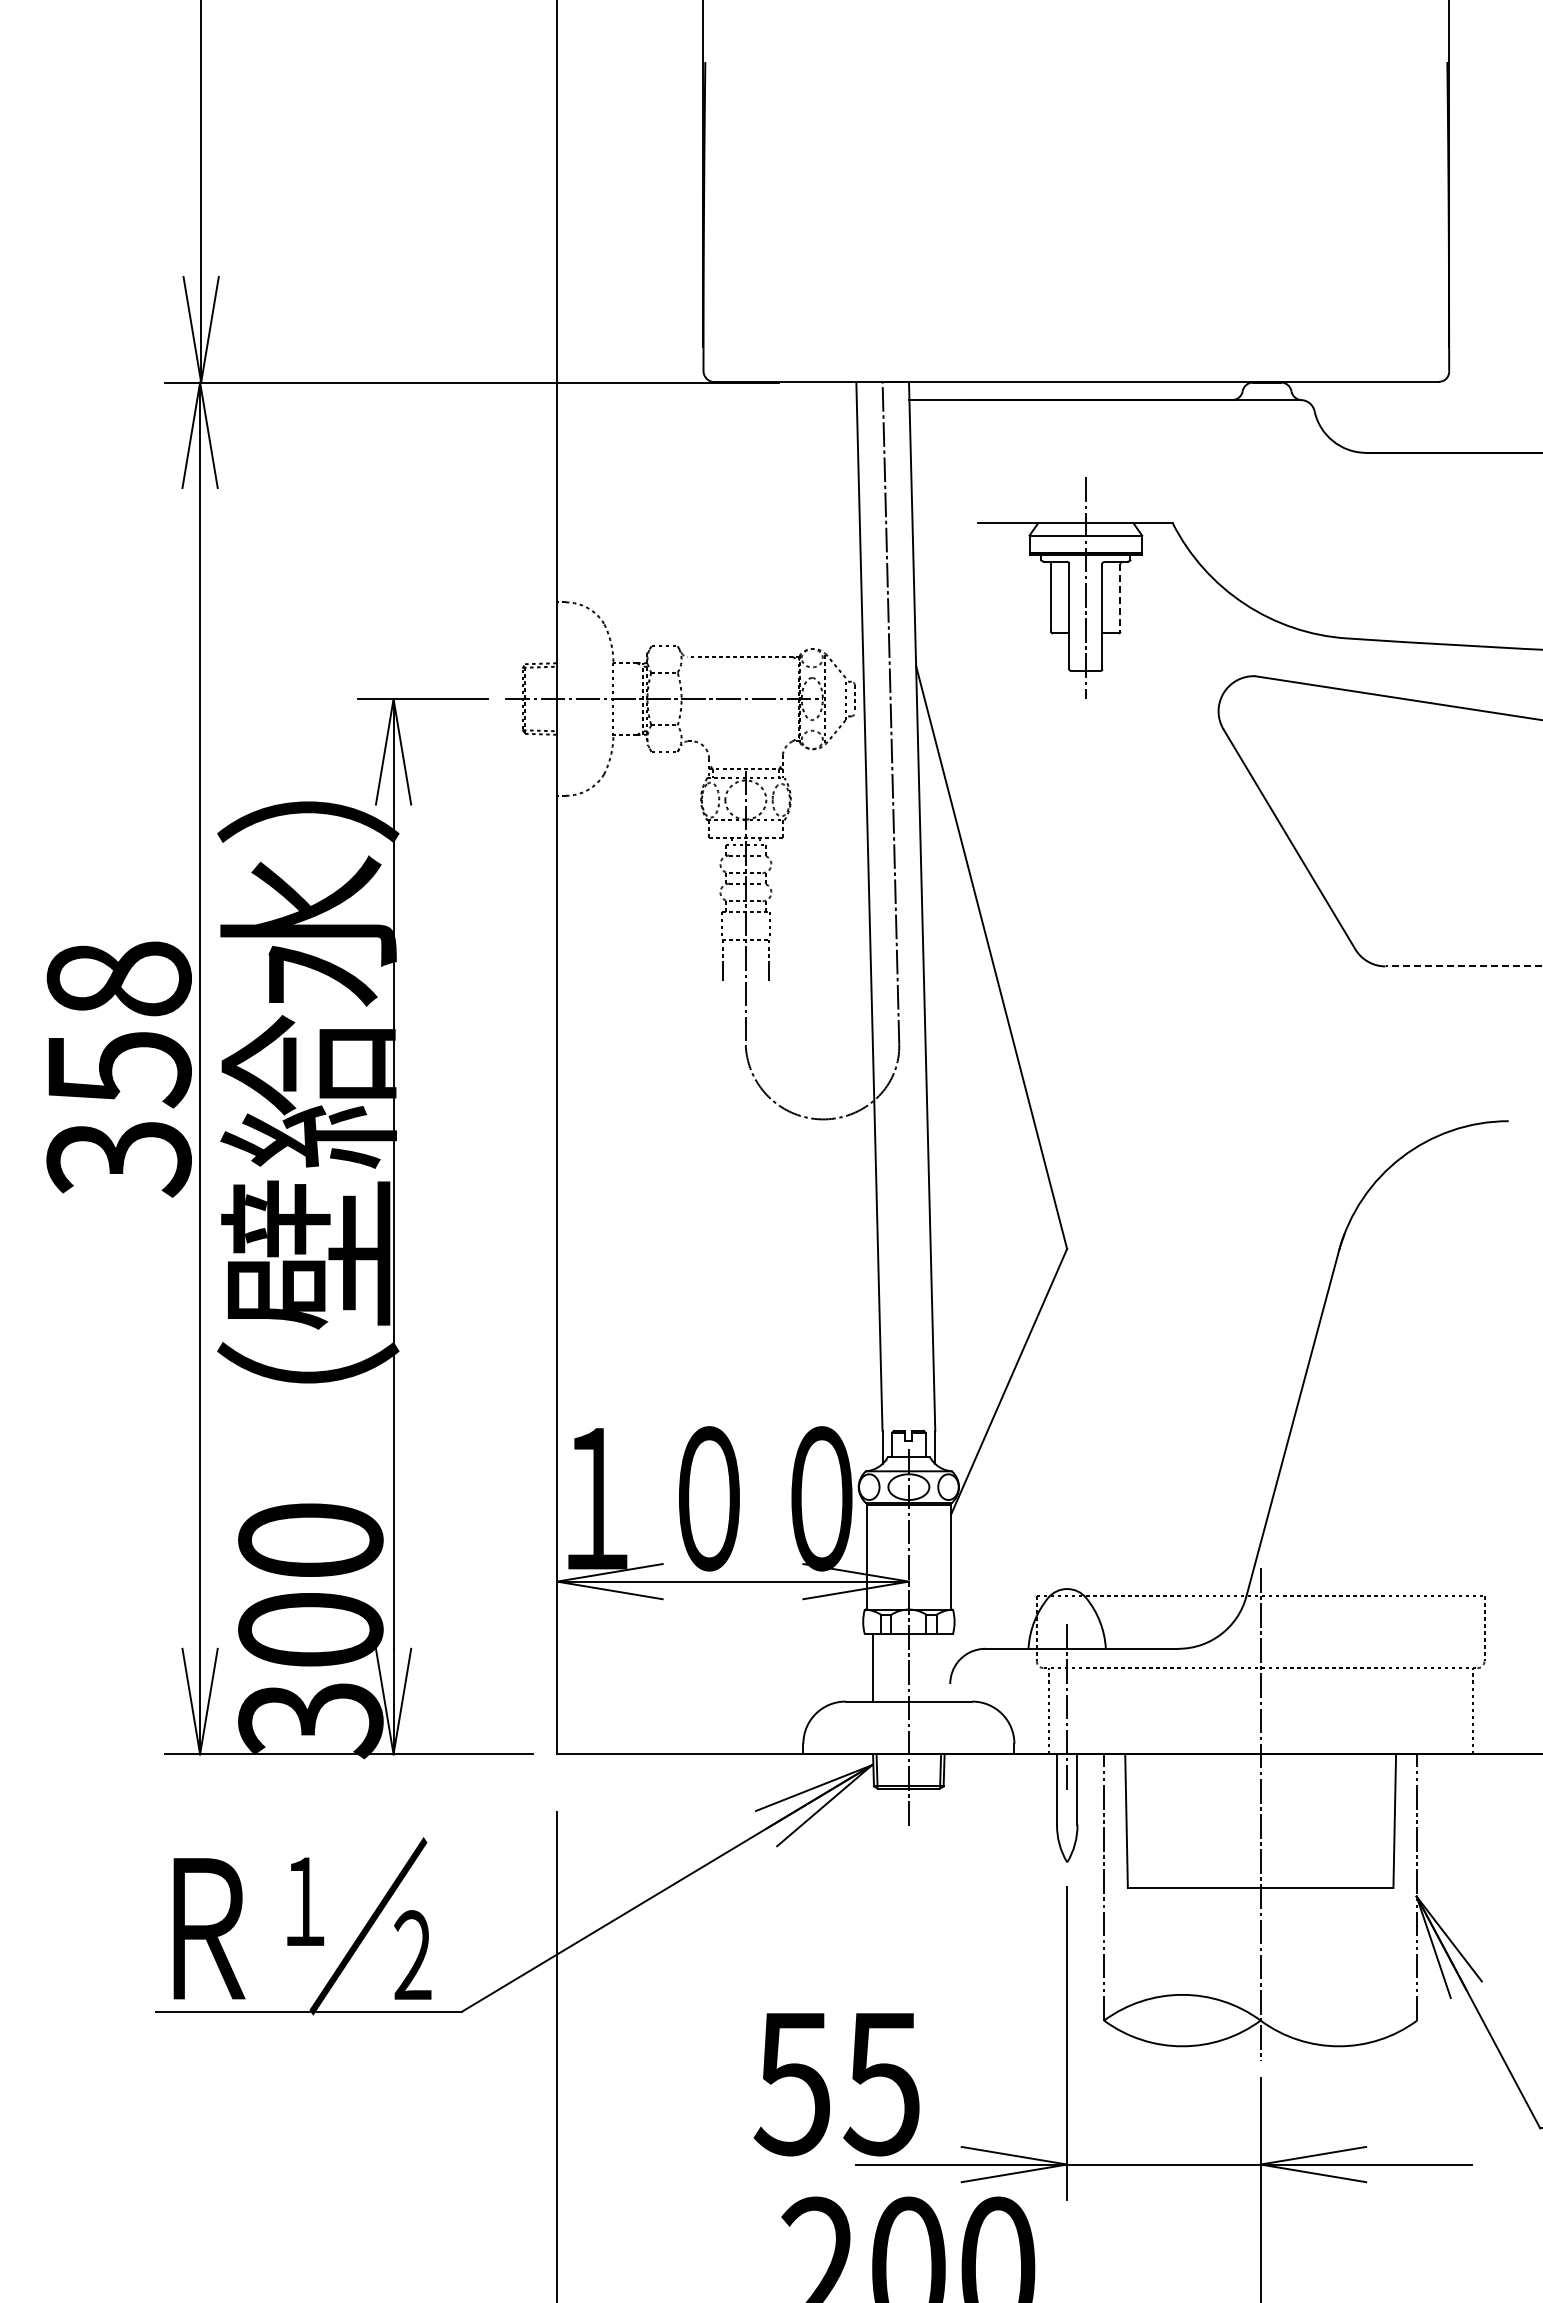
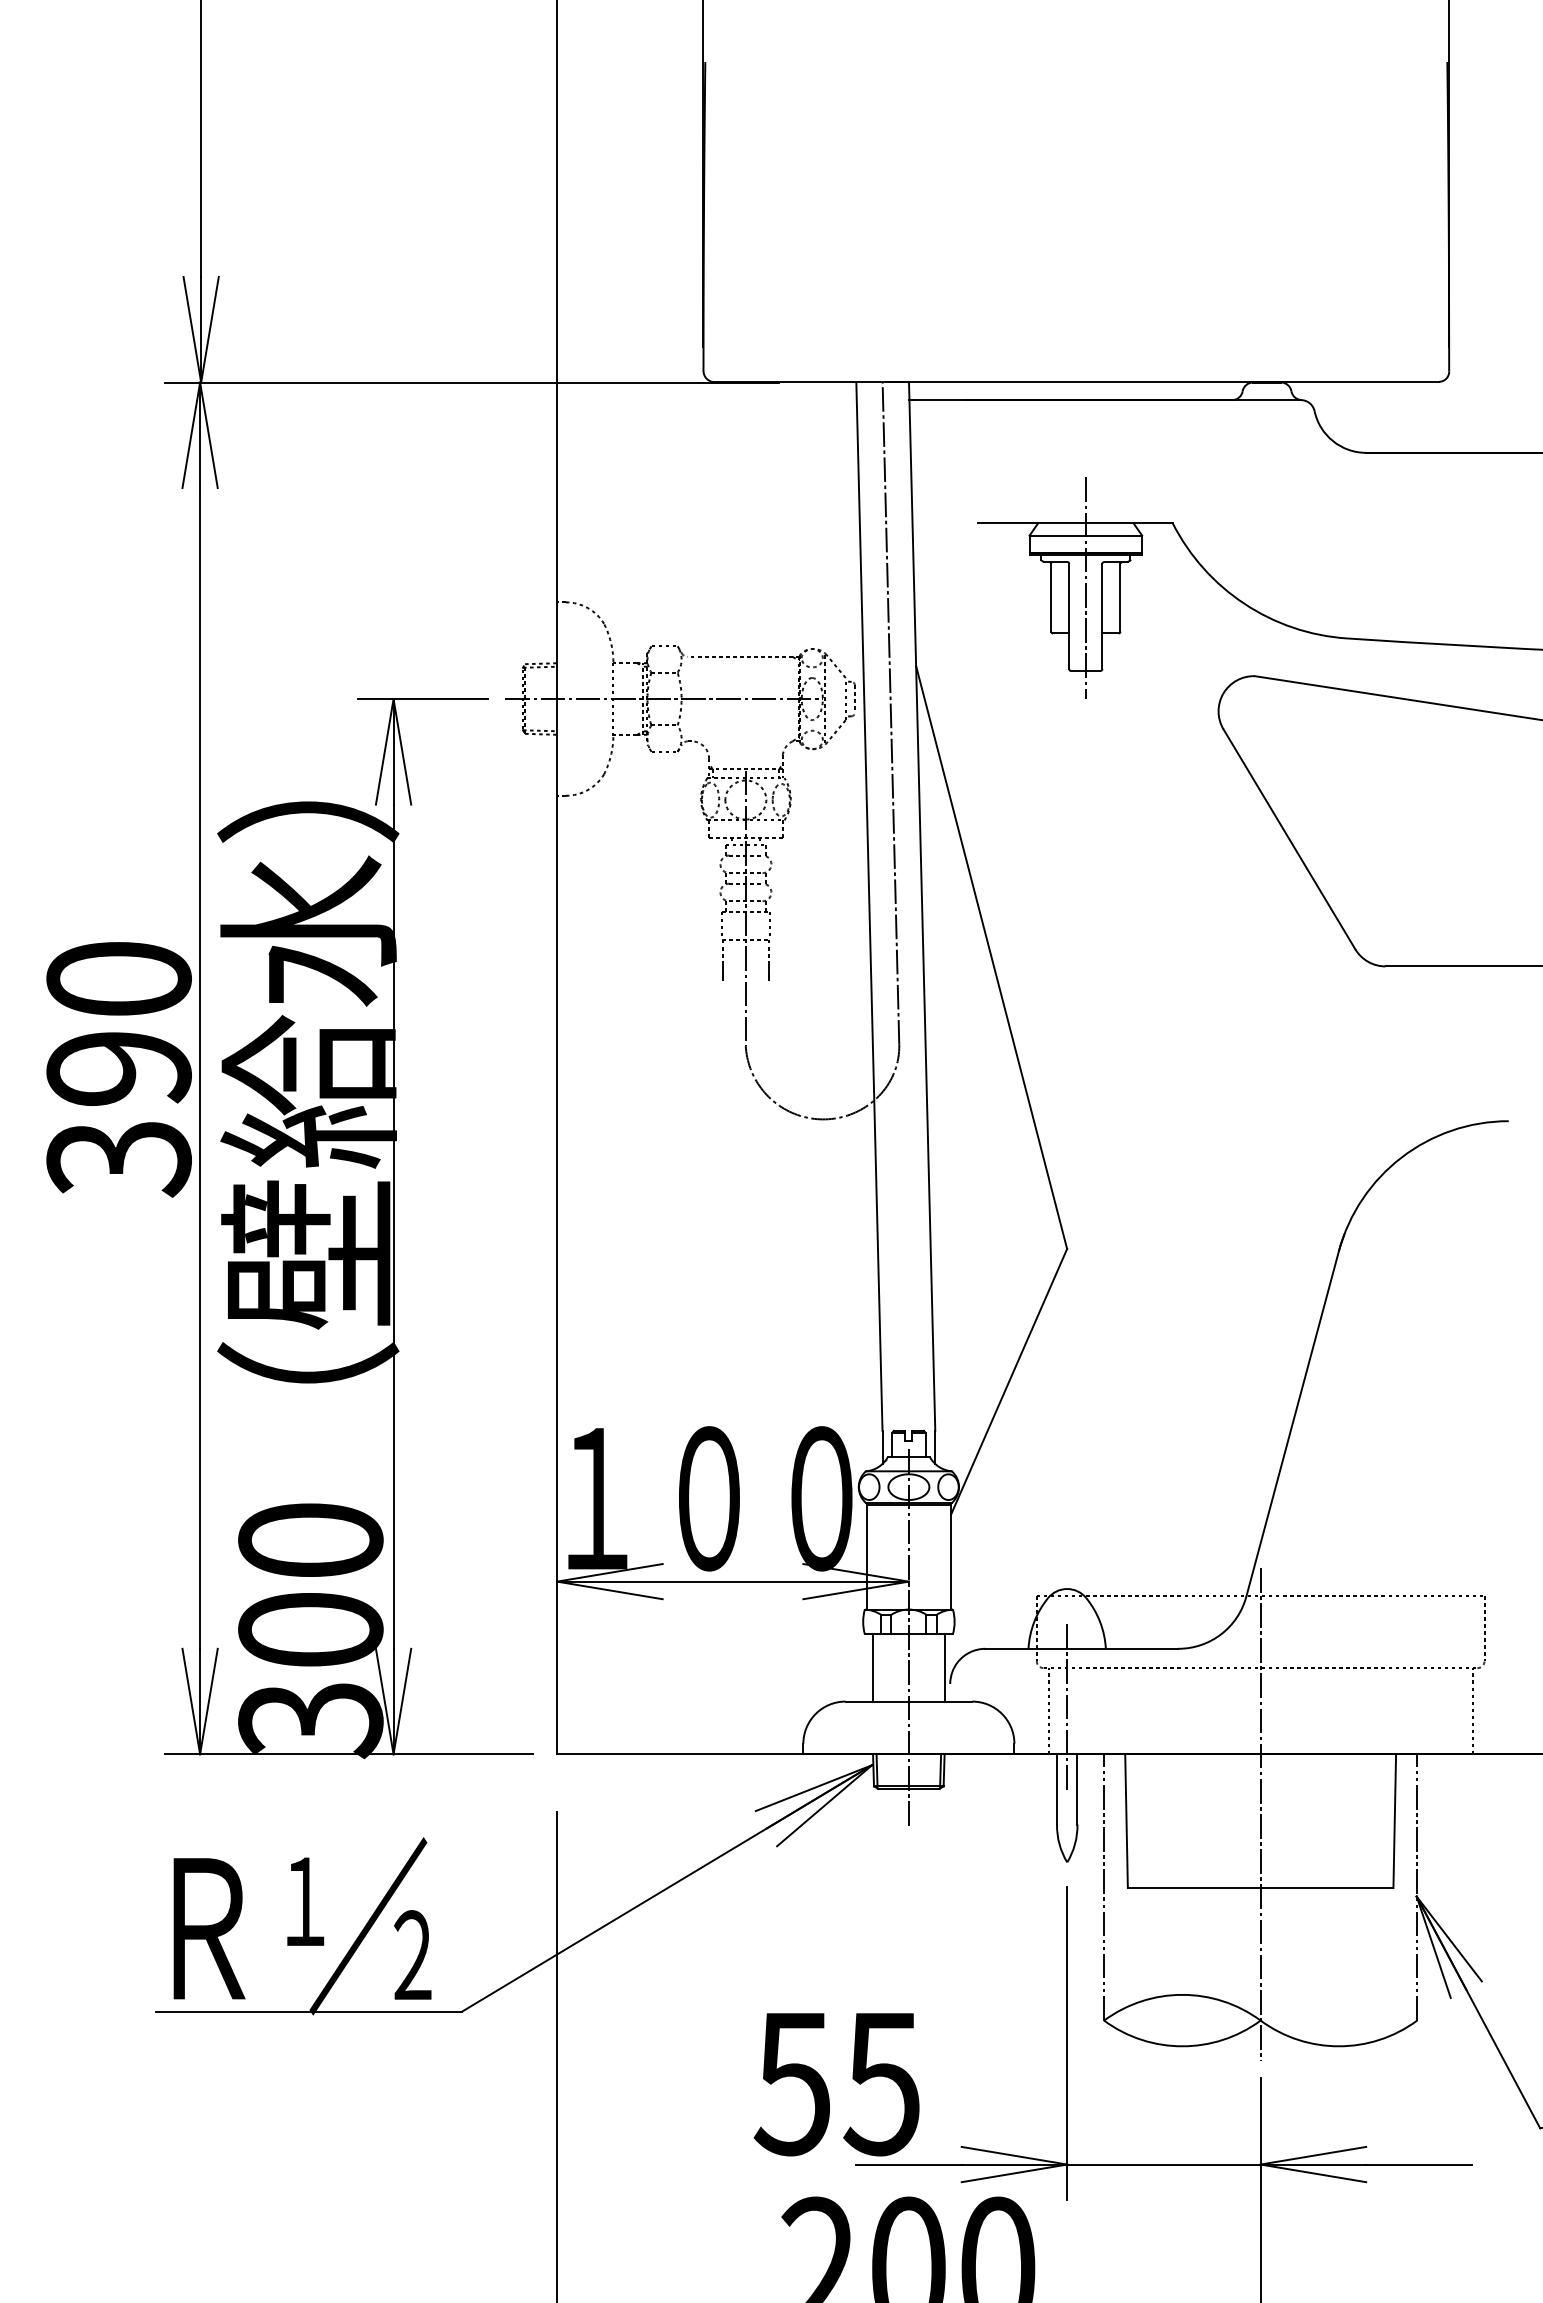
line at (1120, 597): dashed -> solid
line at (1463, 966): dashed -> solid
text at (118, 1024): 358 -> 390
line at (944, 1667): none -> present
